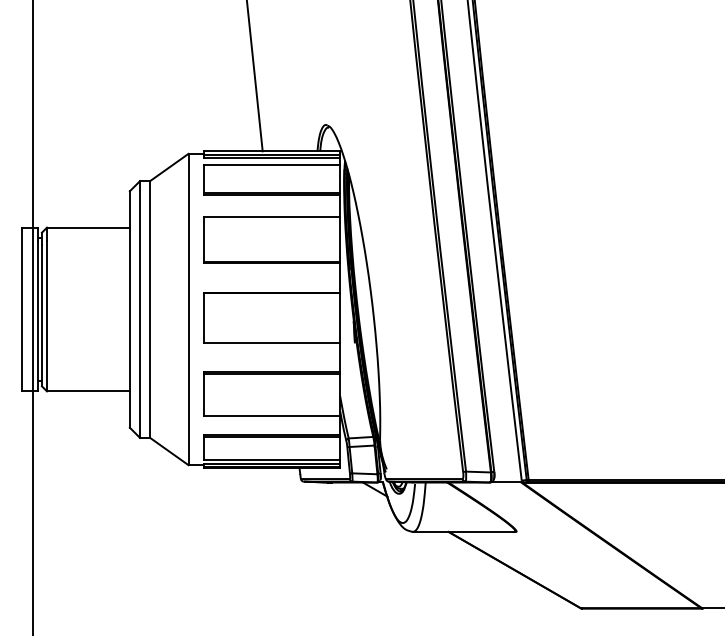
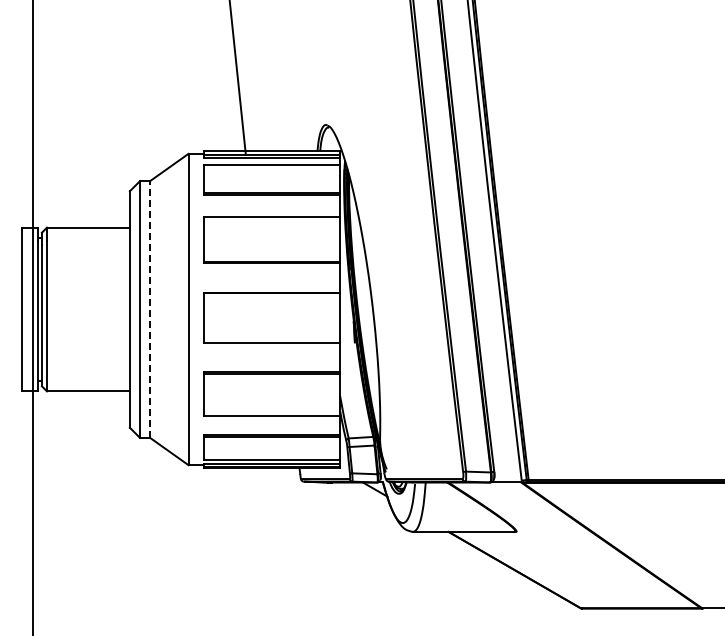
line at (254, 76) position: (254, 76) -> (237, 77)
line at (150, 309): solid -> dashed
